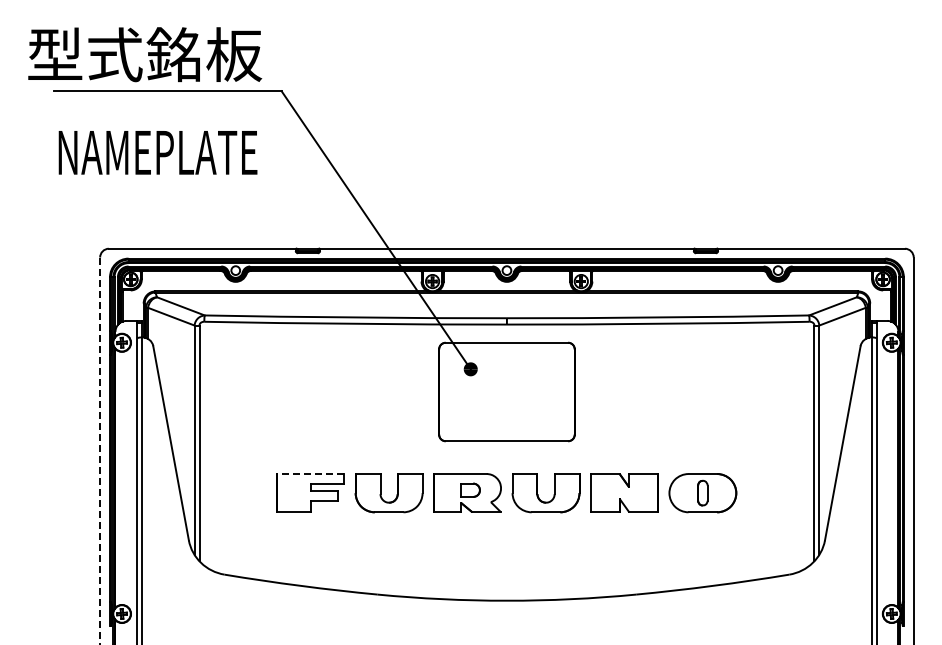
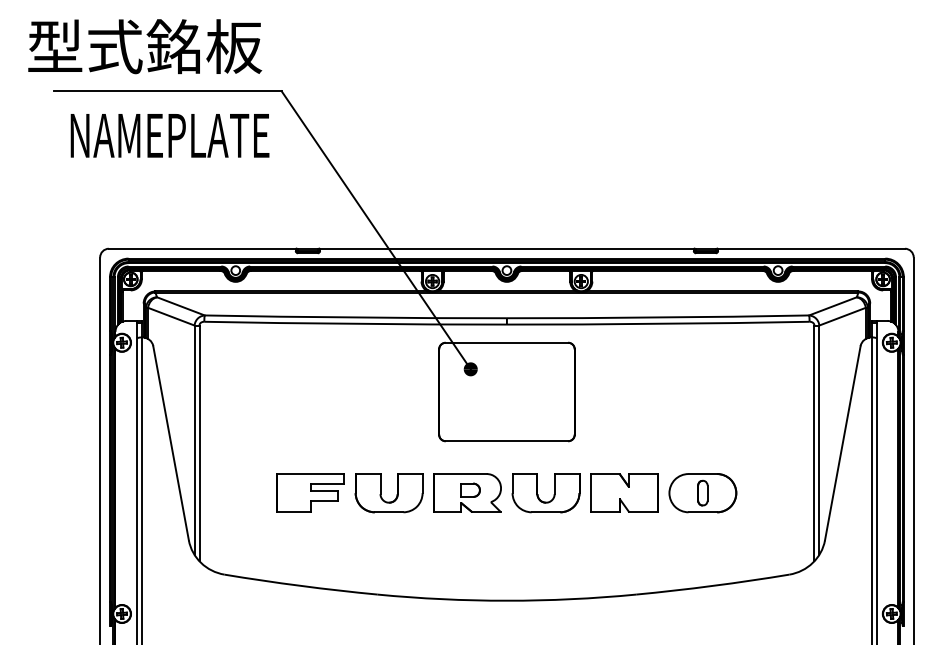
text at (145, 54) position: (145, 54) -> (145, 46)
text at (157, 152) position: (157, 152) -> (169, 135)
line at (100, 451): dashed -> solid
line at (310, 474): dashed -> solid
